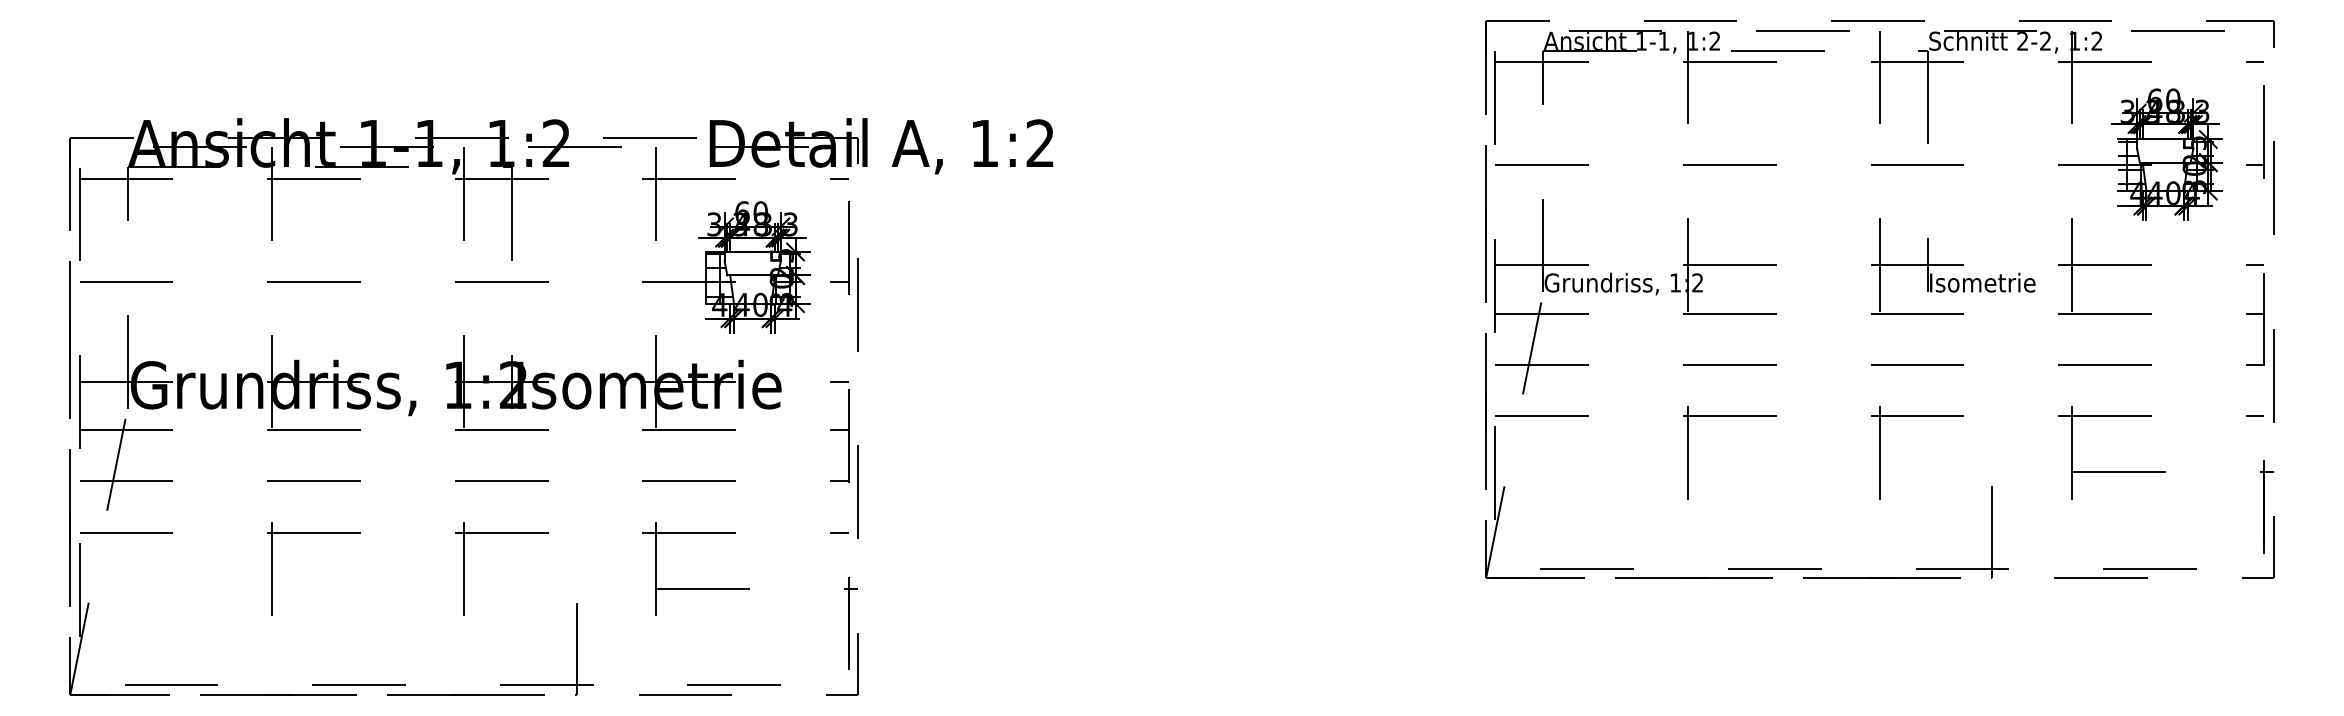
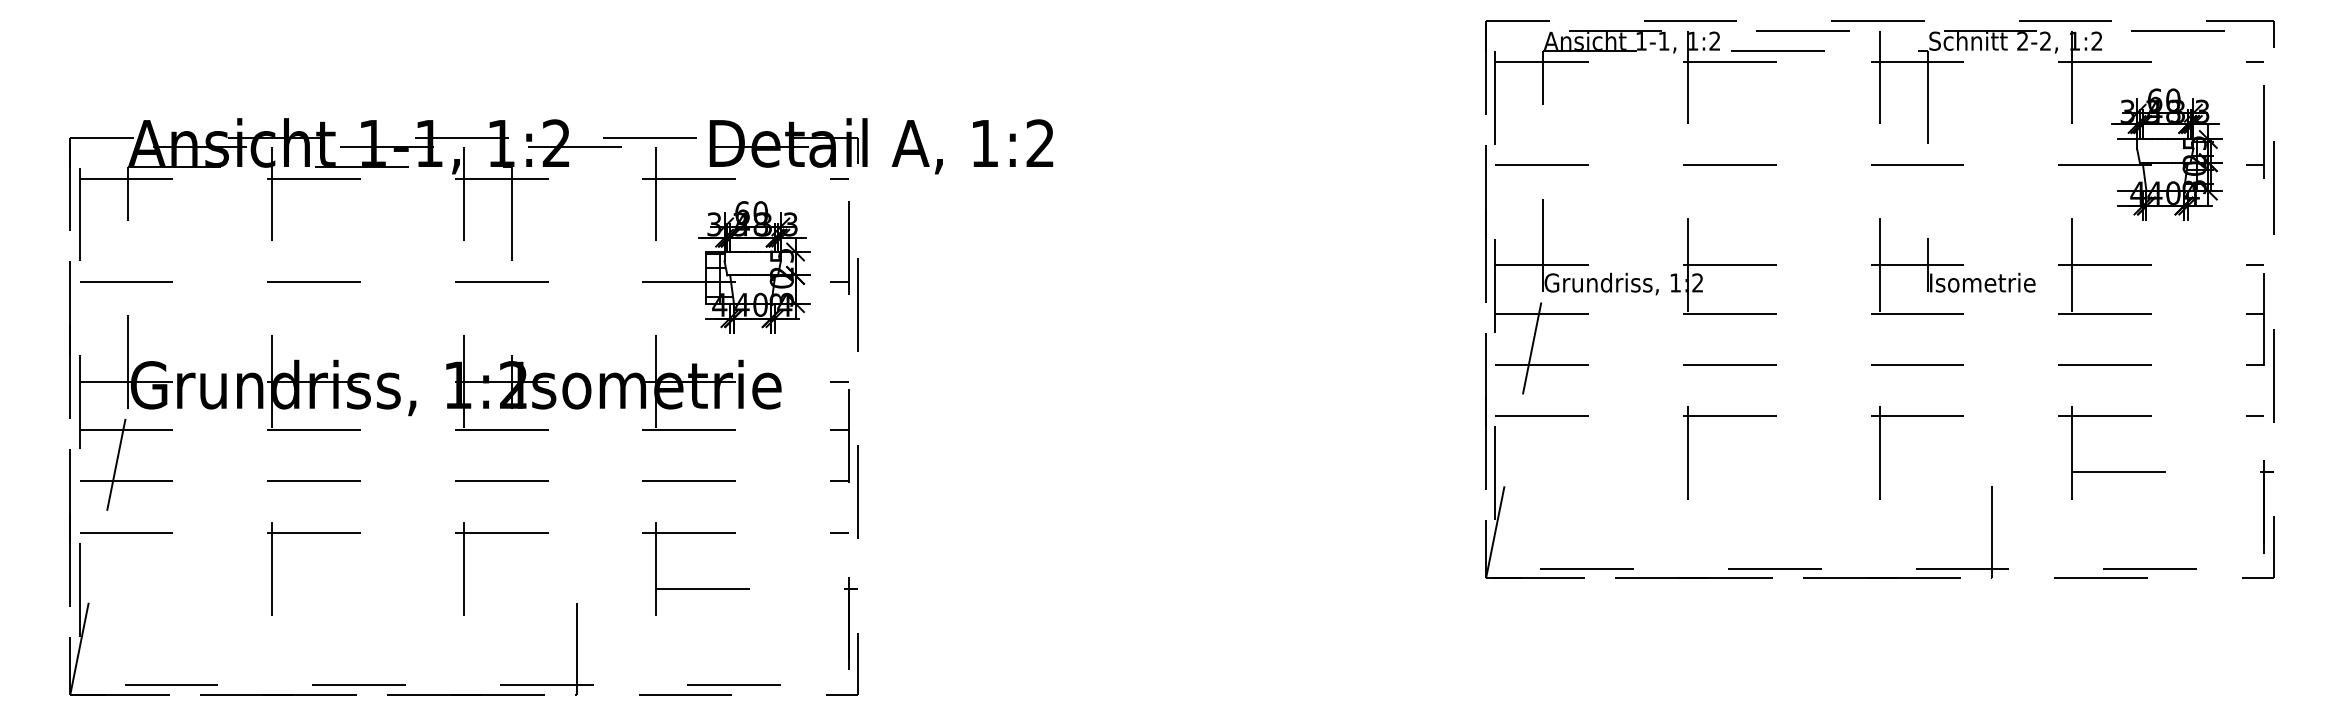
hatch at (2131, 165): present -> none
hatch at (786, 277): present -> none
